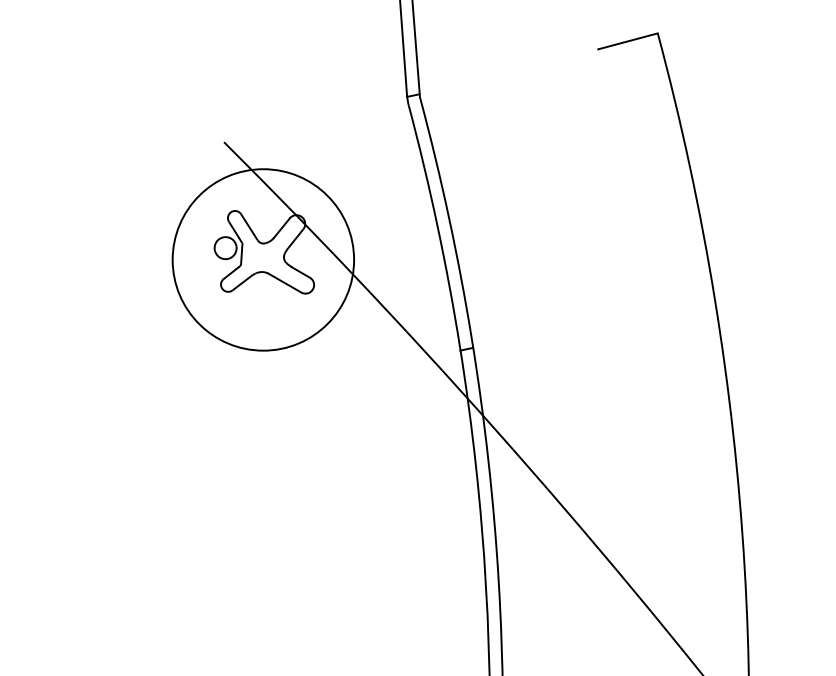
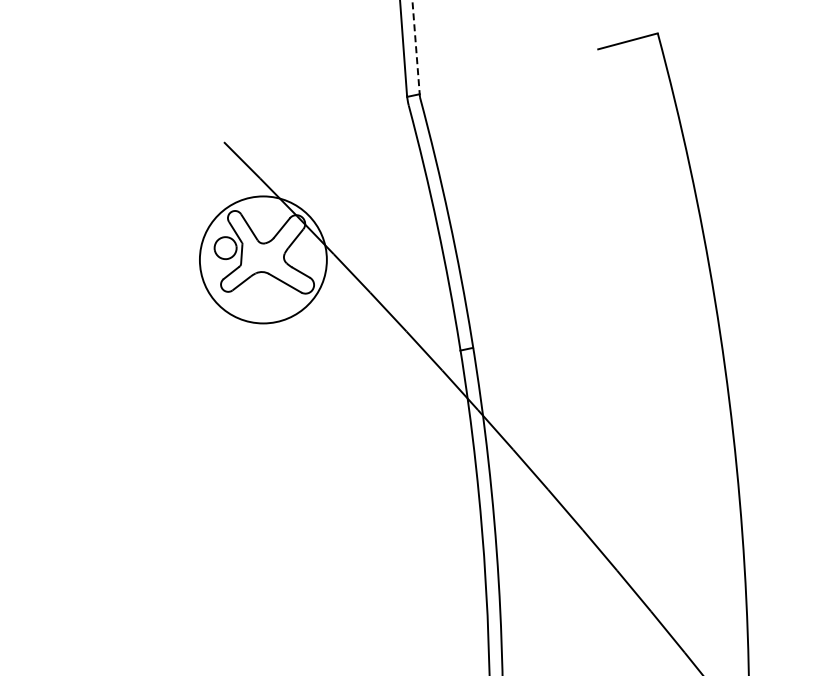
line at (416, 48): solid -> dashed
circle at (263, 259) diameter: 181 px -> 127 px
